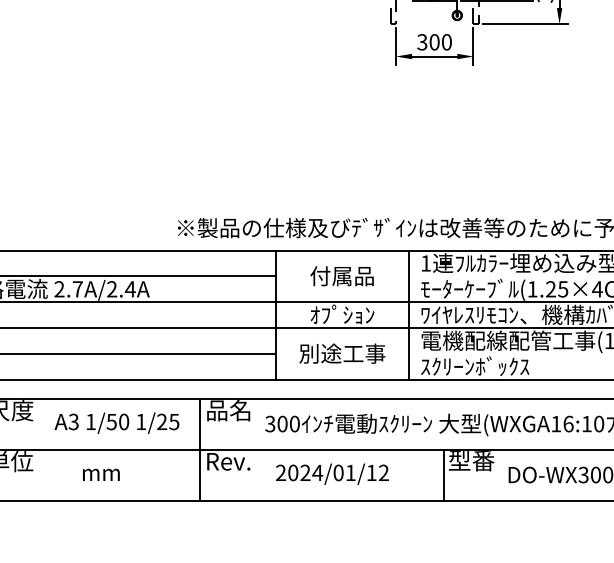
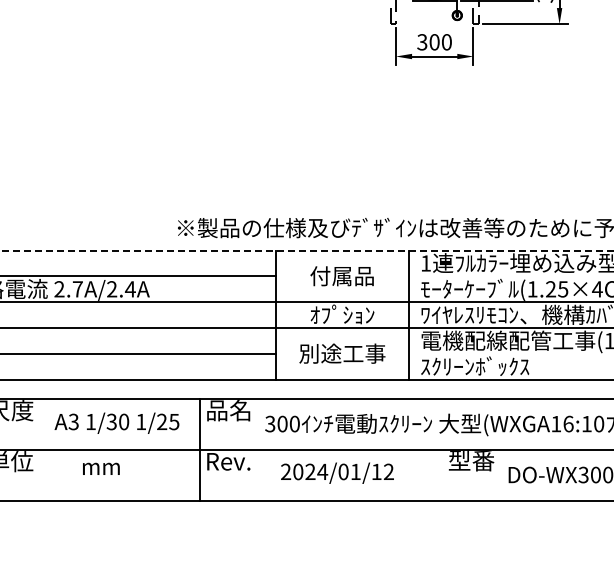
line at (306, 250): solid -> dashed
text at (111, 421): 1/50 -> 1/30
text at (332, 473) position: (332, 473) -> (337, 472)
text at (101, 474) position: (101, 474) -> (101, 468)
line at (443, 474): present -> none
